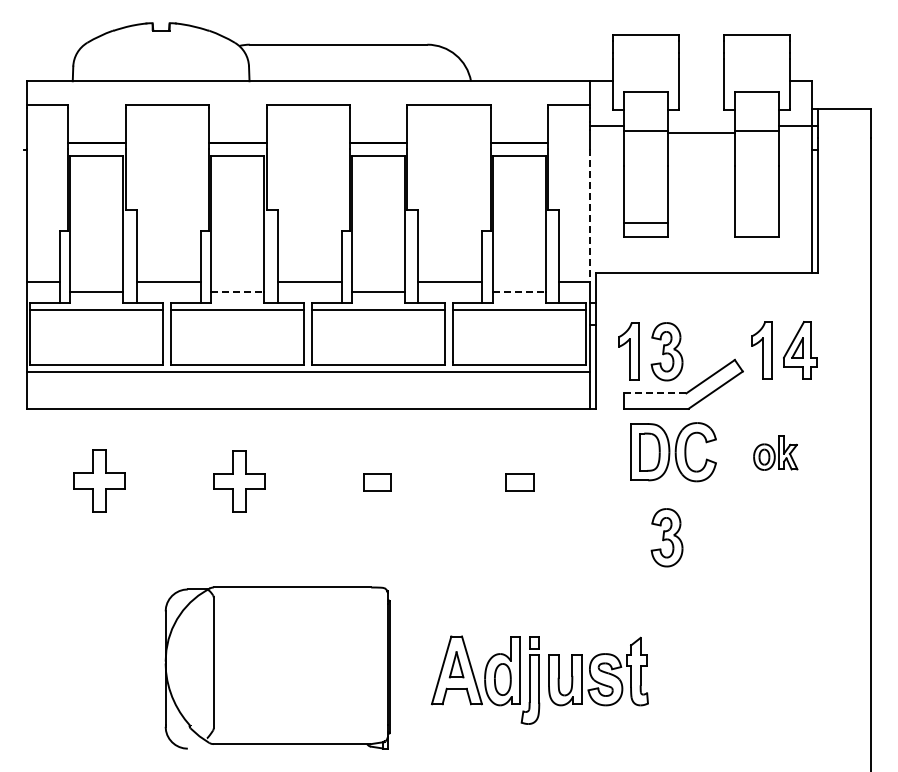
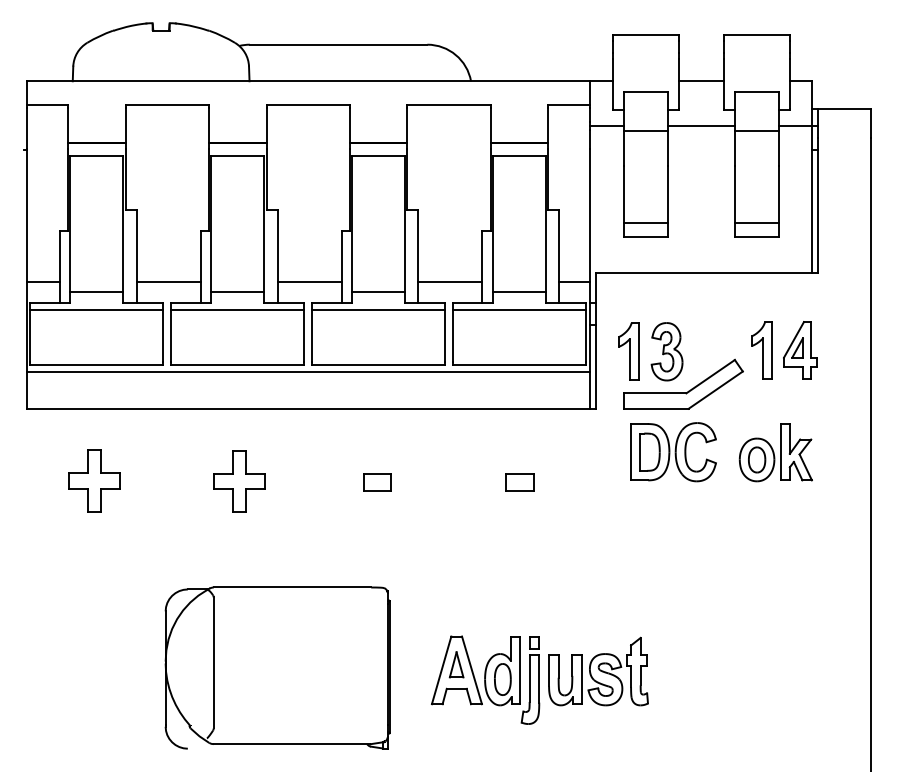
line at (701, 81): none -> present
line at (701, 132) position: (701, 132) -> (701, 125)
line at (590, 216): dashed -> solid
line at (756, 223): none -> present
line at (237, 292): dashed -> solid
line at (519, 292): dashed -> solid
line at (655, 393): dashed -> solid
part at (775, 452) size: 46x36 px -> 75x60 px
part at (99, 480) position: (99, 480) -> (94, 480)
part at (666, 537): present -> none
